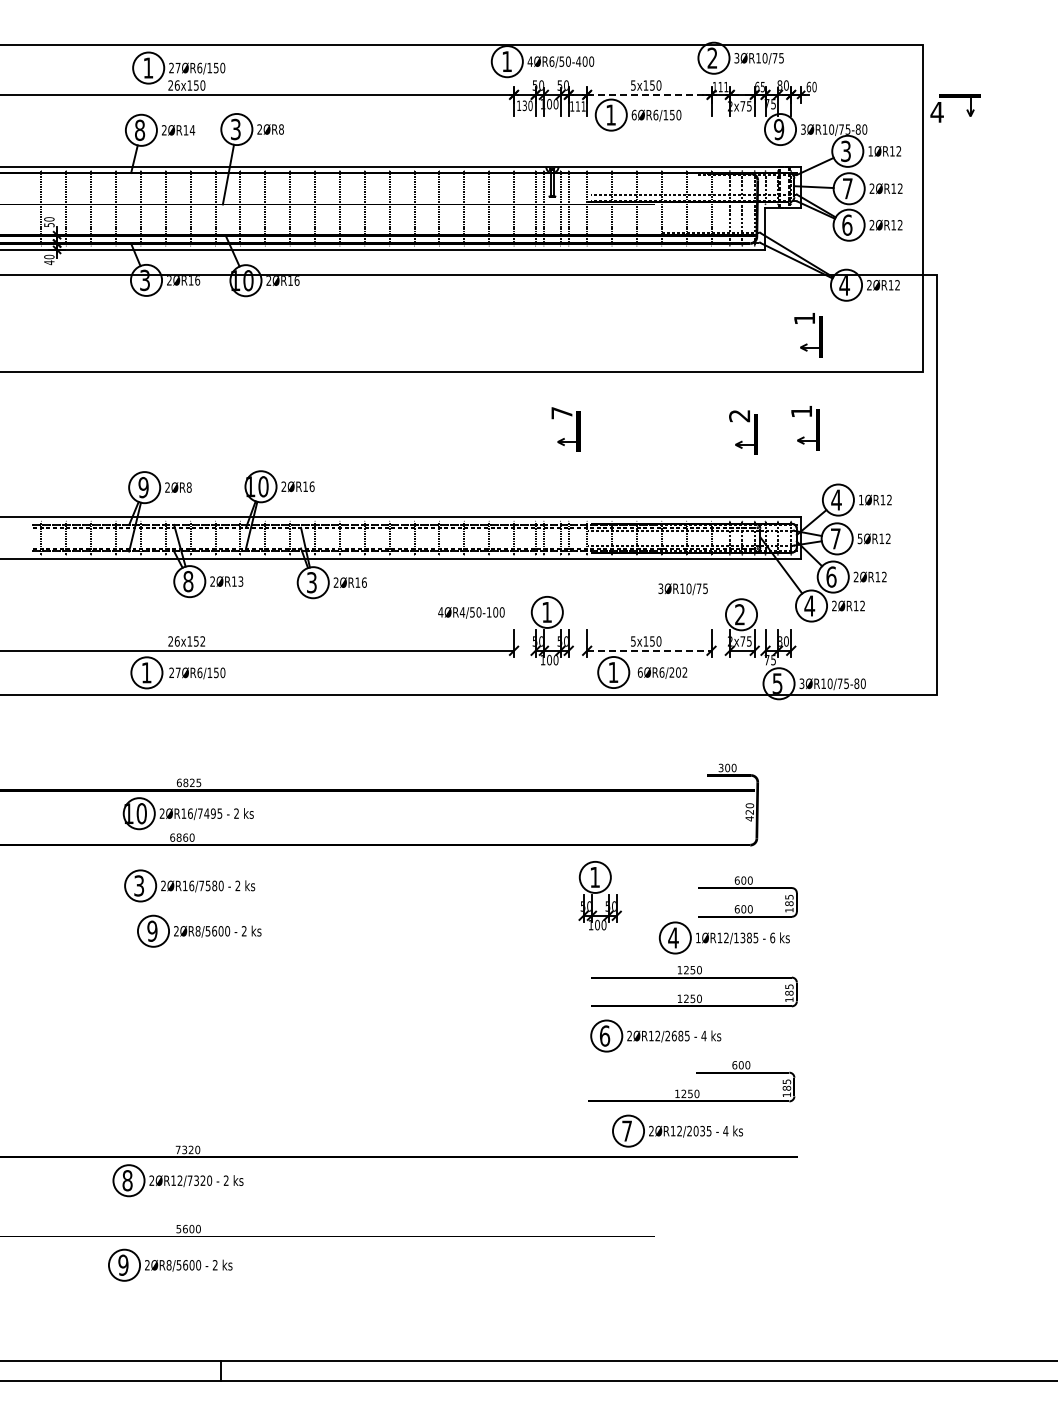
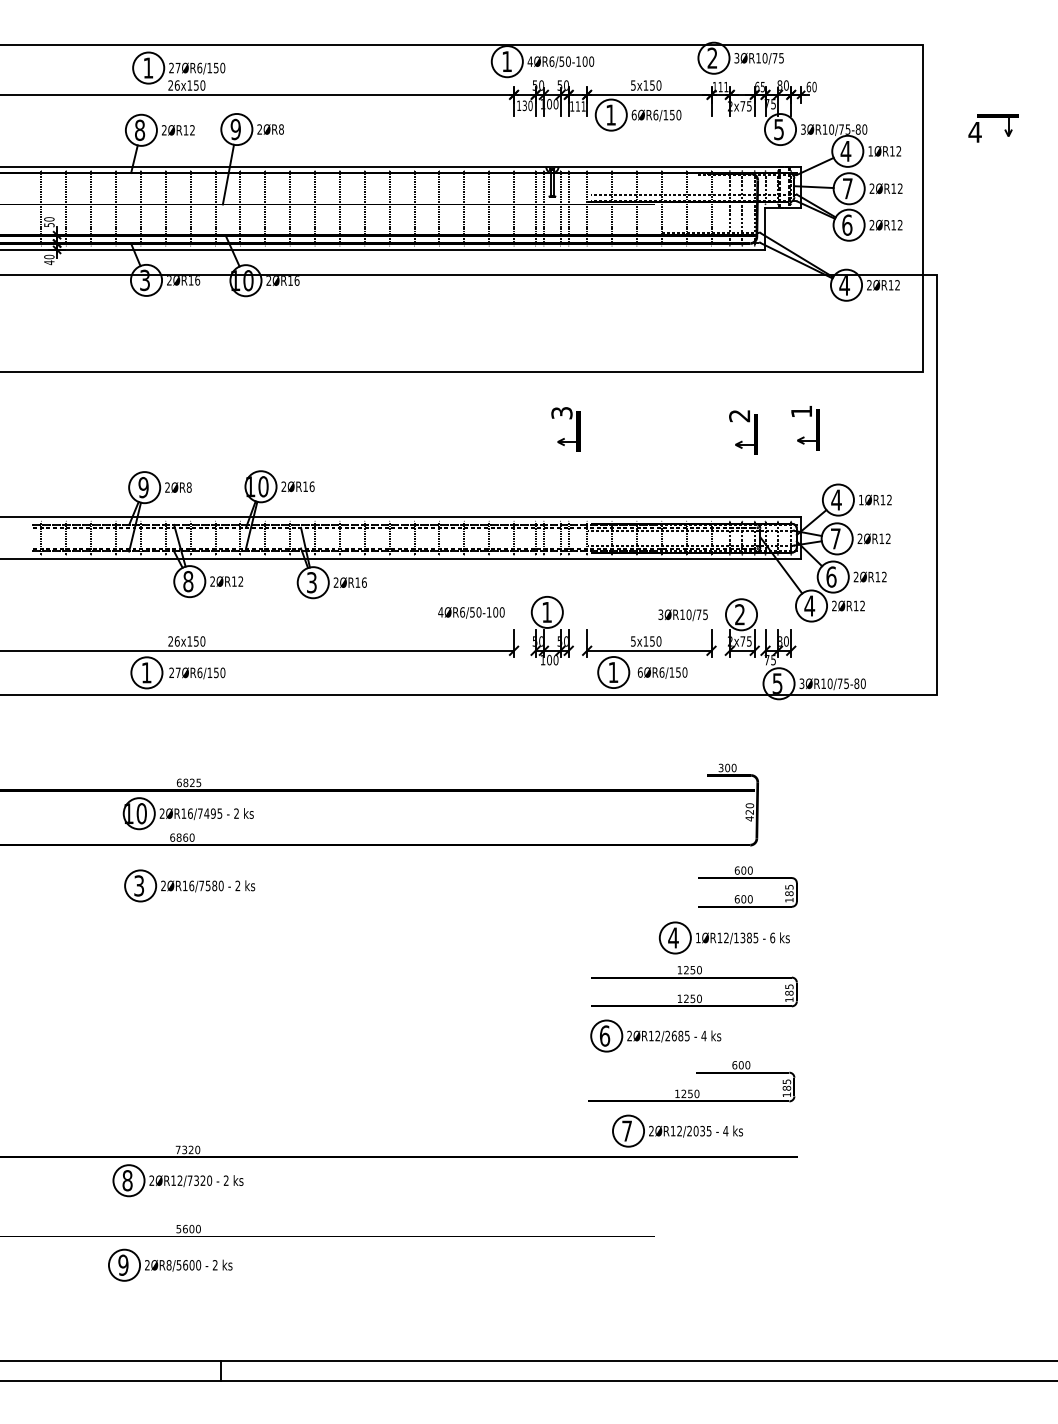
text at (578, 61): 4ØR6/50-400 -> 4ØR6/50-100
line at (649, 94): dashed -> solid
part at (955, 97) position: (955, 97) -> (993, 117)
text at (779, 128): 9 -> 5
text at (235, 129): 3 -> 9
text at (192, 130): 2ØR14 -> 2ØR12
text at (845, 151): 3 -> 4
part at (807, 343): present -> none
text at (561, 413): 7 -> 3
text at (859, 538): 5ØR12 -> 2ØR12
text at (240, 581): 2ØR13 -> 2ØR12
text at (682, 589) position: (682, 589) -> (682, 615)
text at (462, 612): 4ØR4/50-100 -> 4ØR6/50-100
text at (202, 641): 26x152 -> 26x150
line at (649, 650): dashed -> solid
text at (678, 672): 6ØR6/202 -> 6ØR6/150
part at (599, 895): present -> none
text at (747, 896) position: (747, 896) -> (747, 886)
part at (199, 930): present -> none
